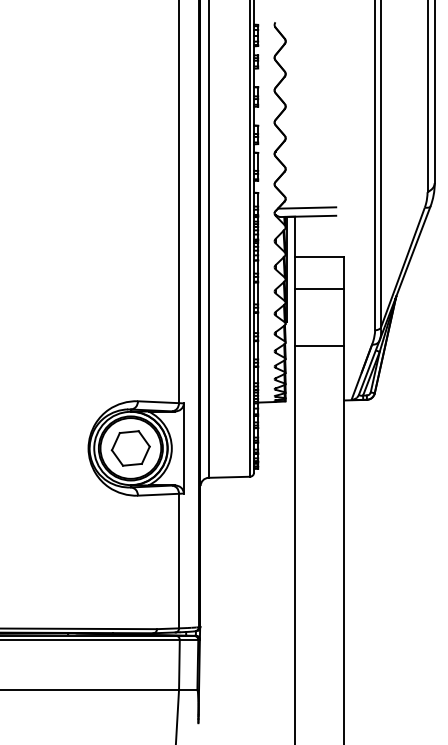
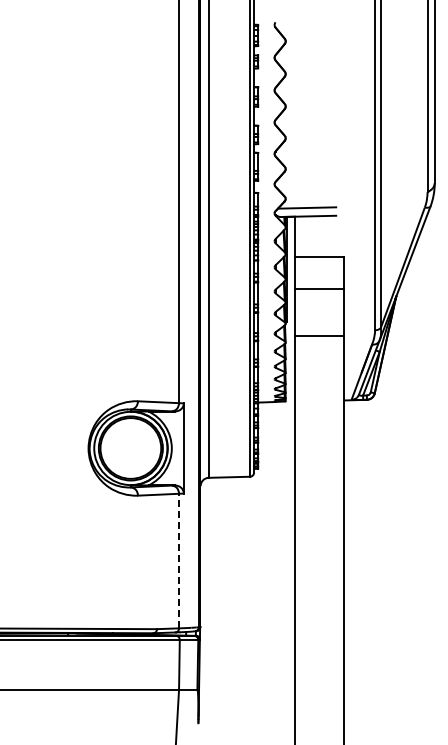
line at (319, 345) position: (319, 345) -> (319, 335)
part at (130, 448): present -> none
line at (179, 560): solid -> dashed
